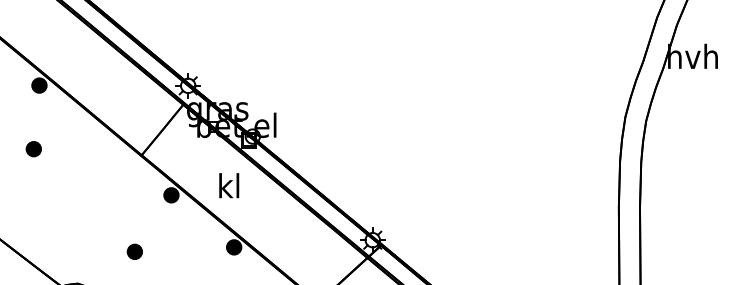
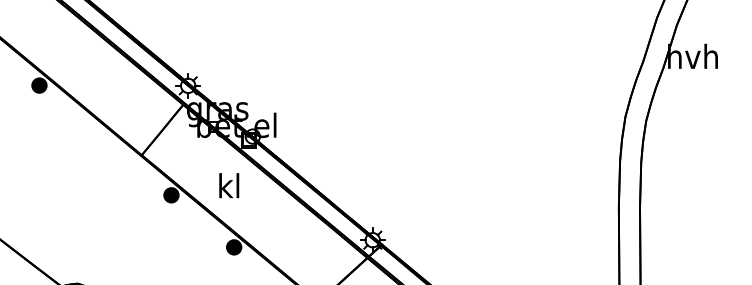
part at (33, 149): present -> none
part at (134, 251): present -> none
